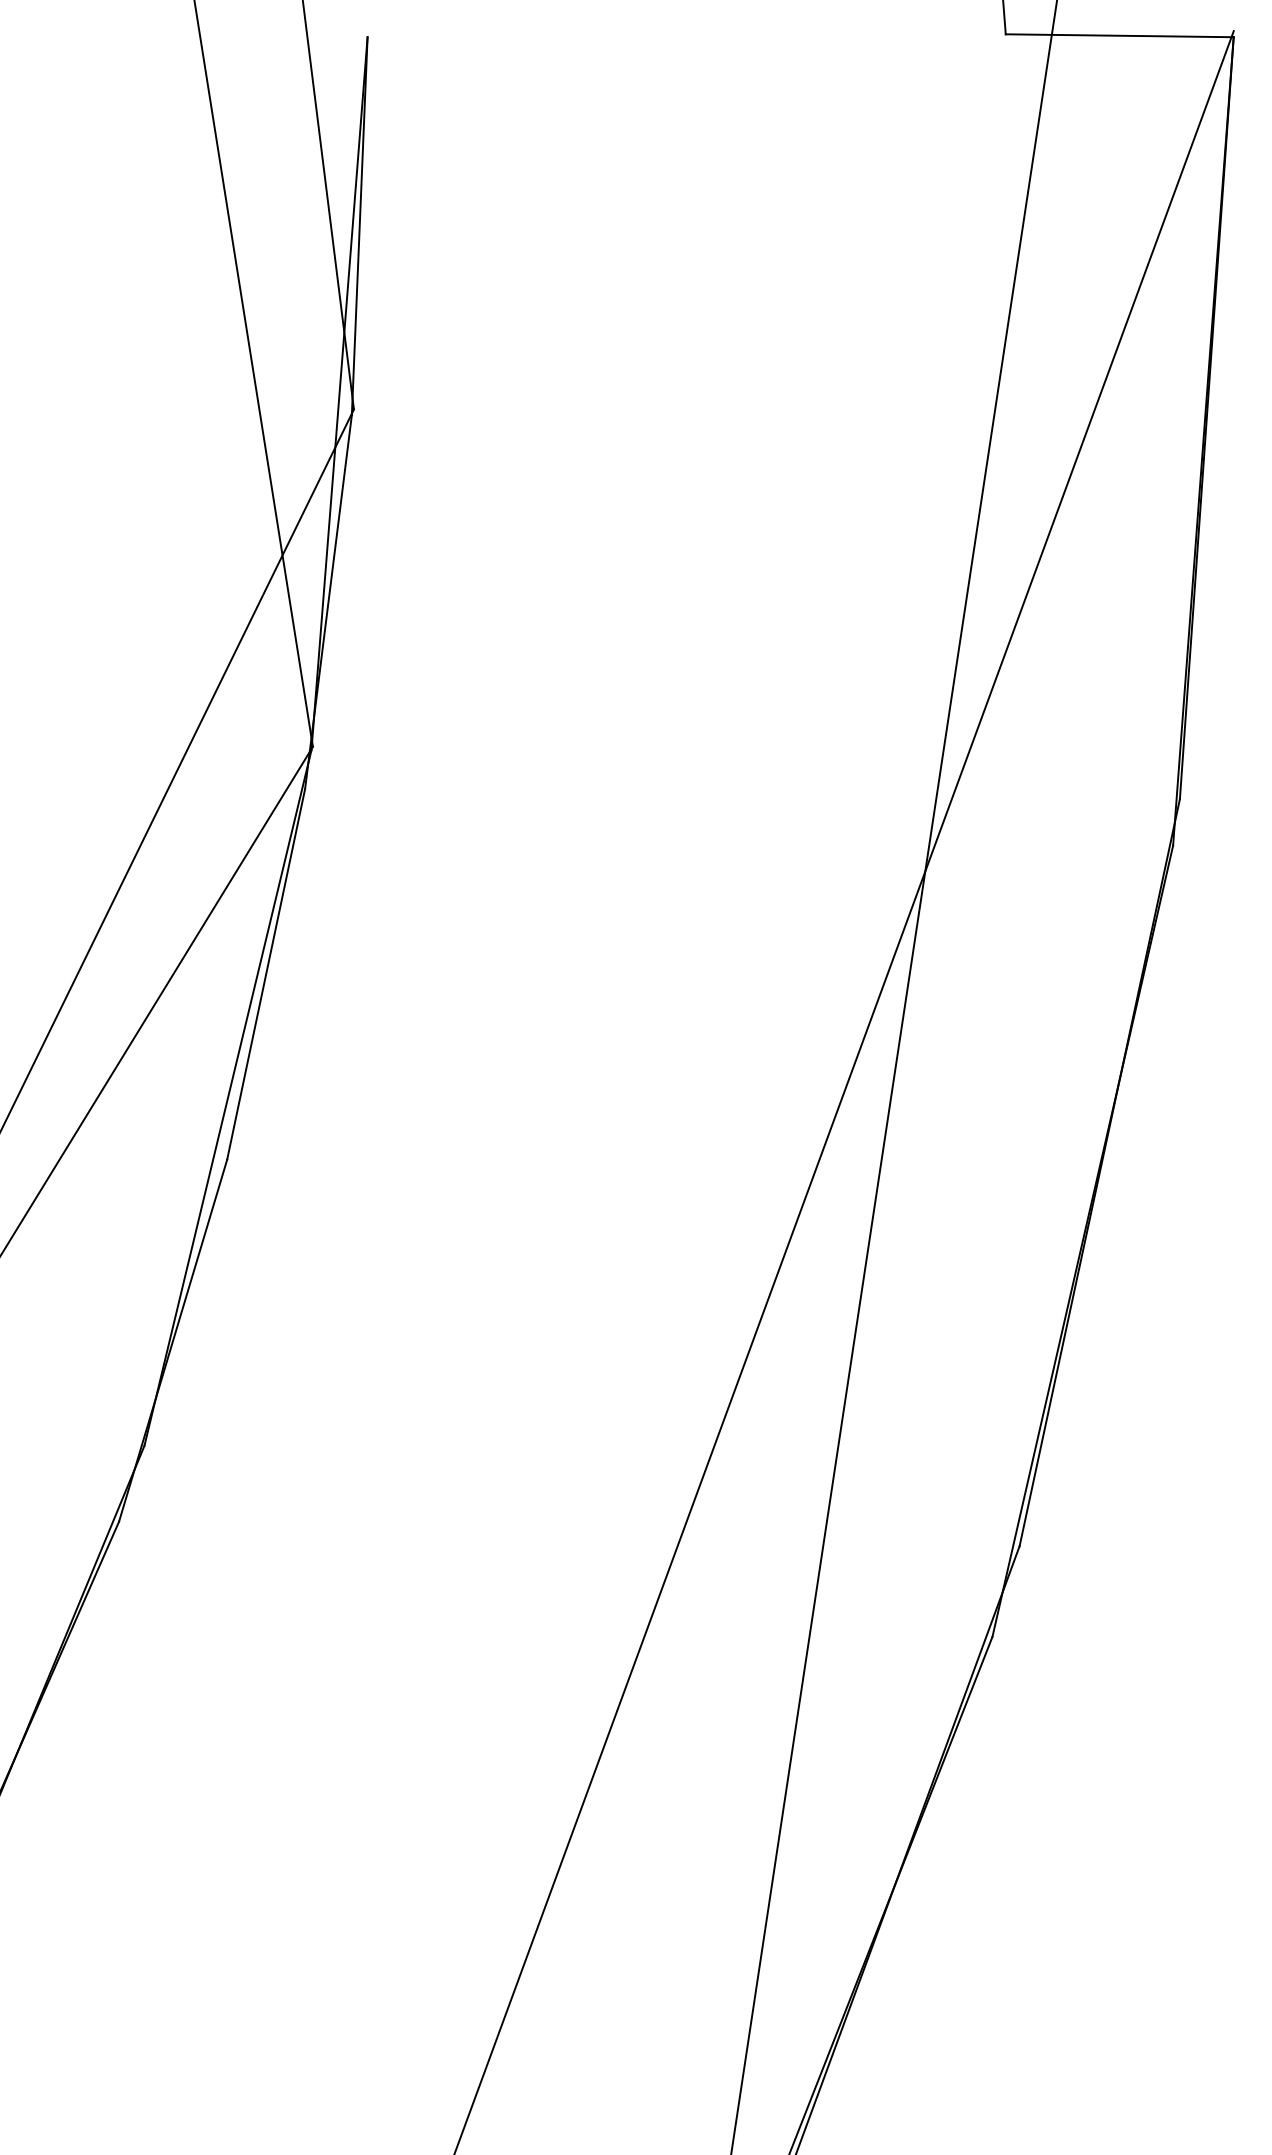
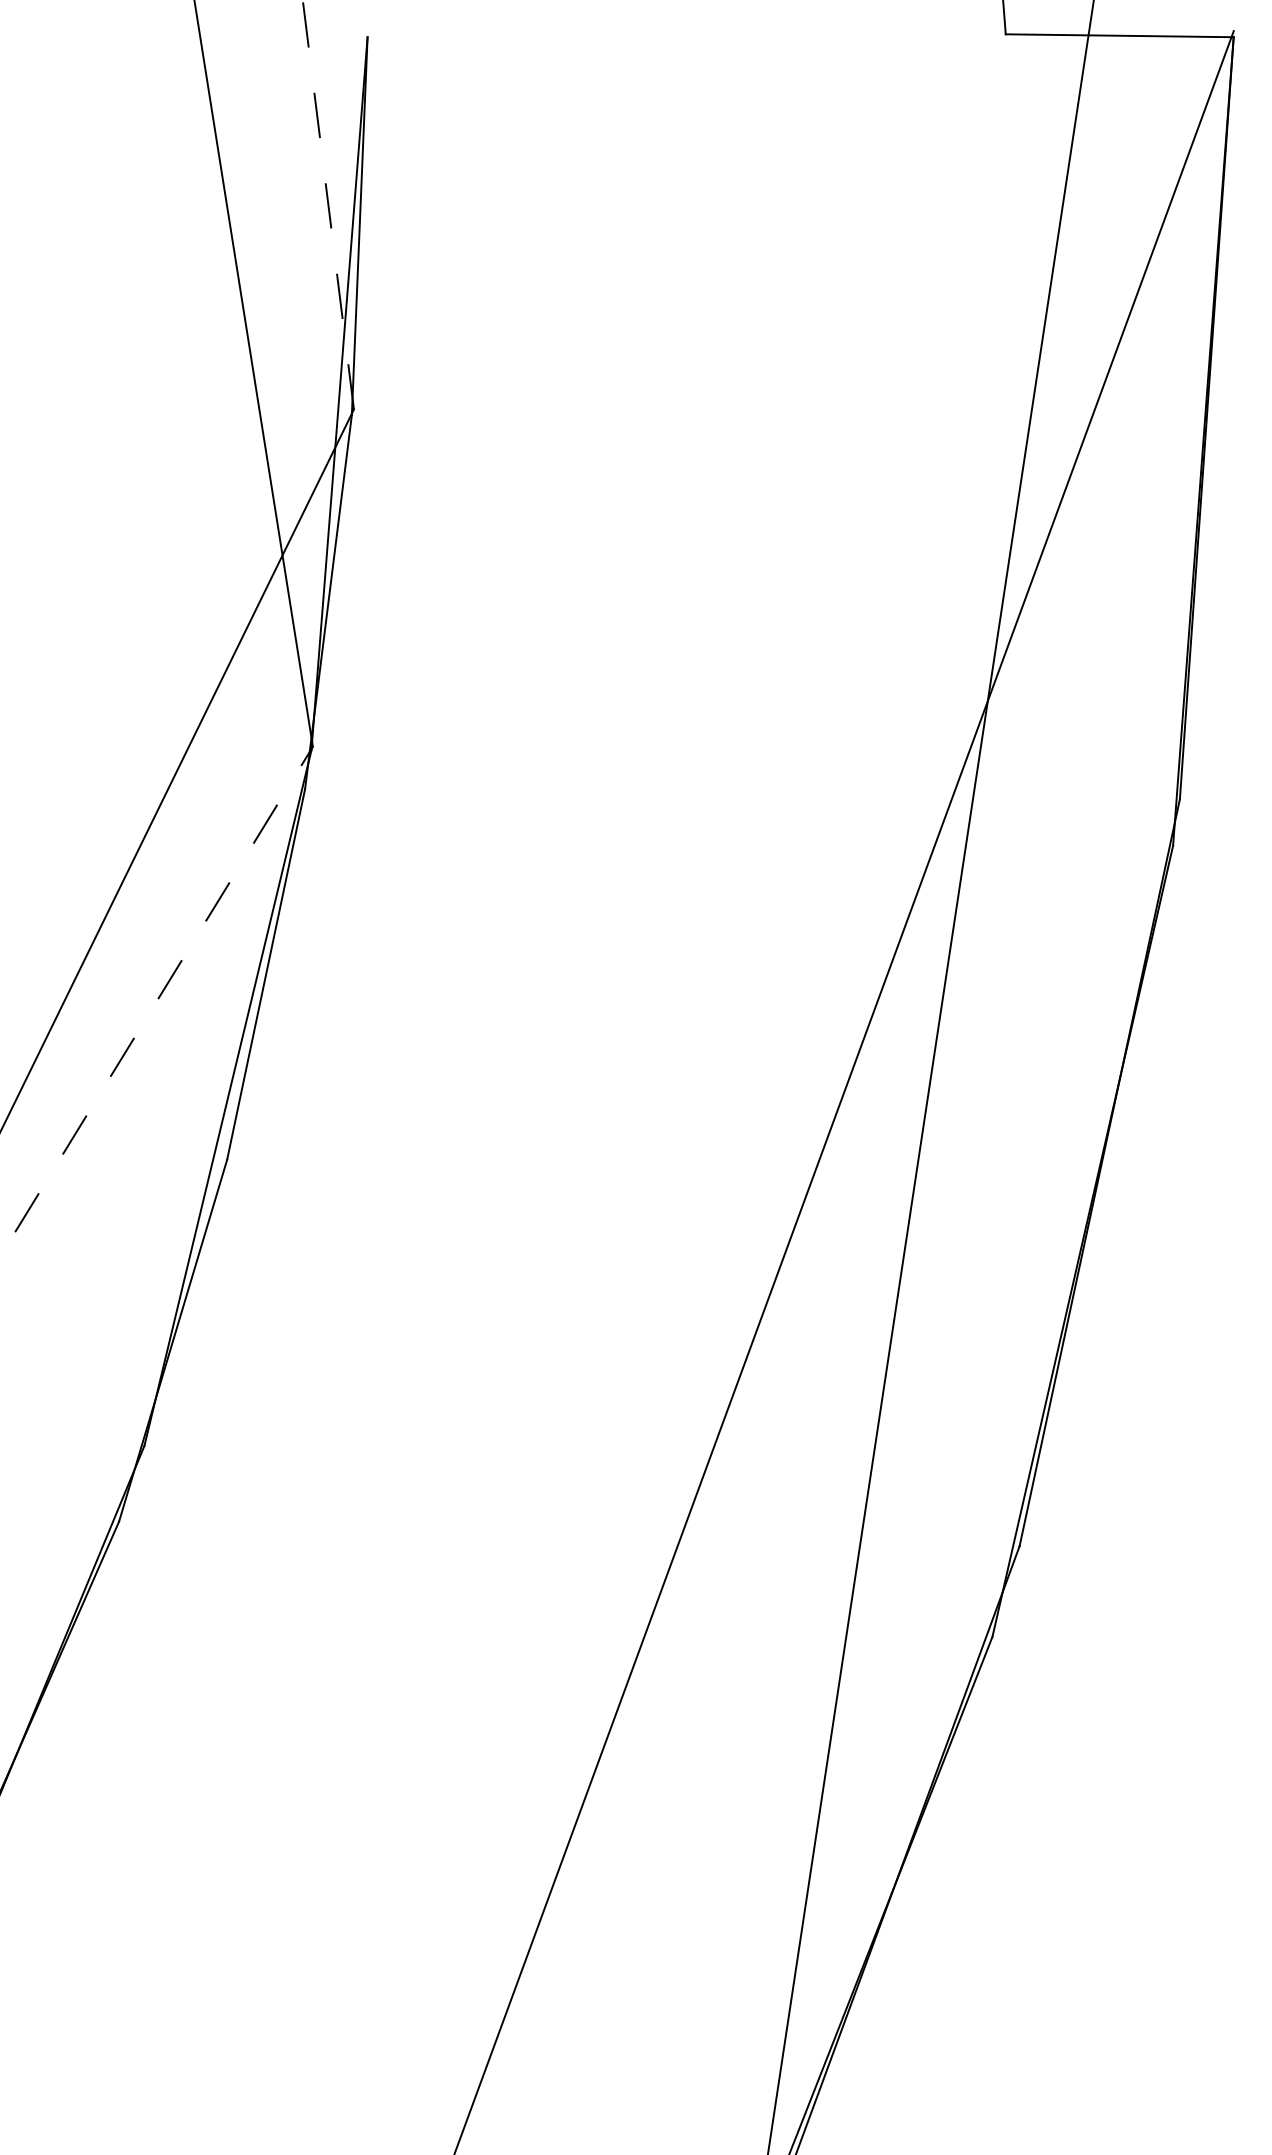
line at (328, 205): solid -> dashed
line at (156, 1001): solid -> dashed
line at (893, 1076) position: (893, 1076) -> (930, 1076)
